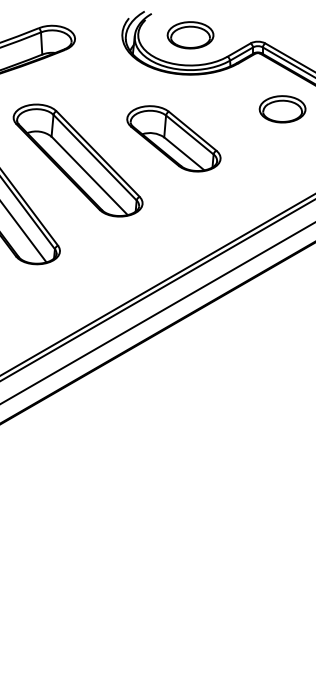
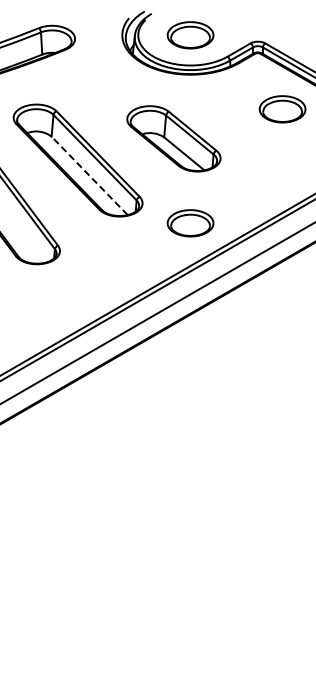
line at (89, 175): solid -> dashed
part at (190, 223): none -> present
line at (24, 232): present -> none
